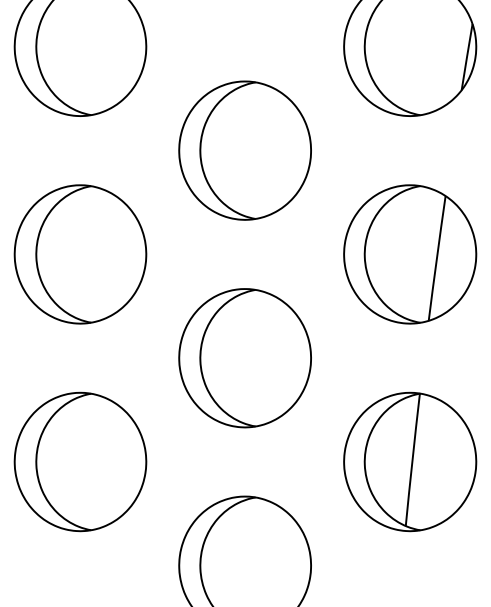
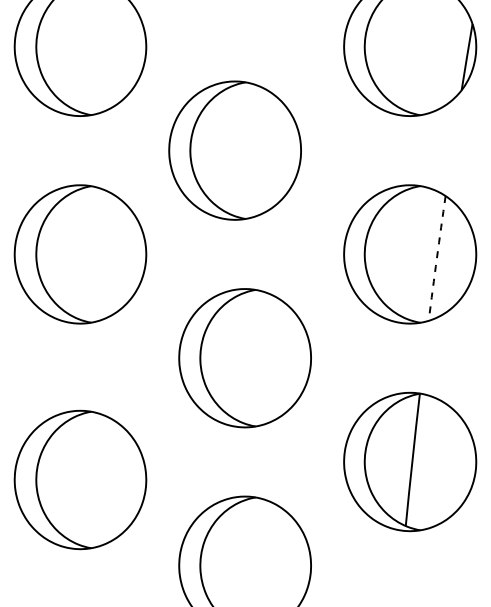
part at (244, 150) position: (244, 150) -> (234, 150)
arc at (436, 258): solid -> dashed
part at (80, 461) position: (80, 461) -> (80, 479)
